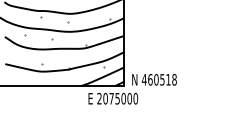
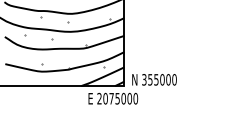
text at (158, 79): 460518 -> 355000
